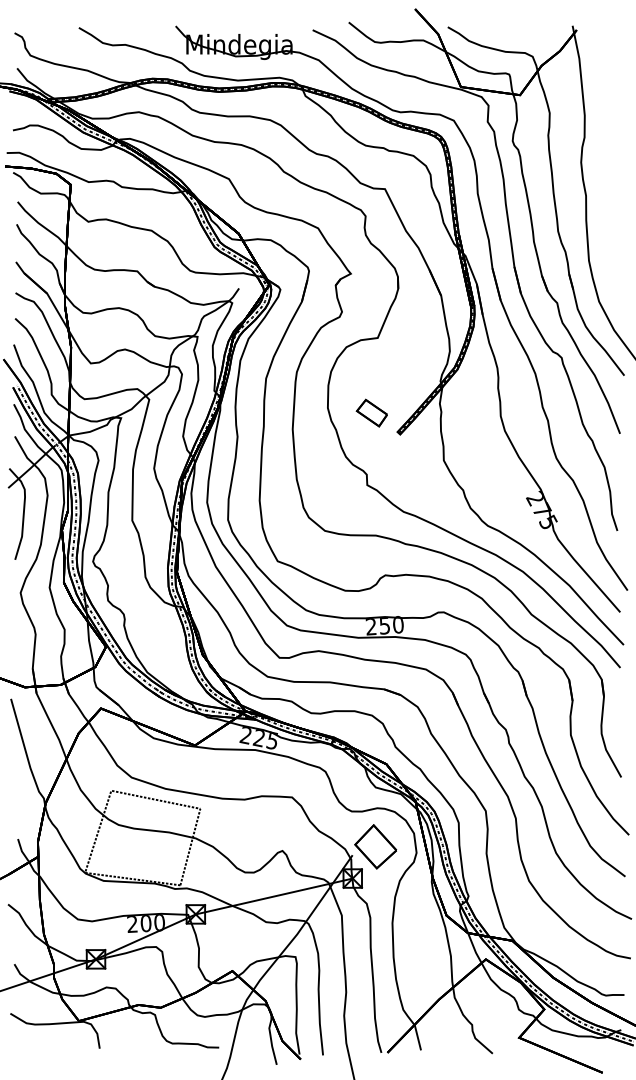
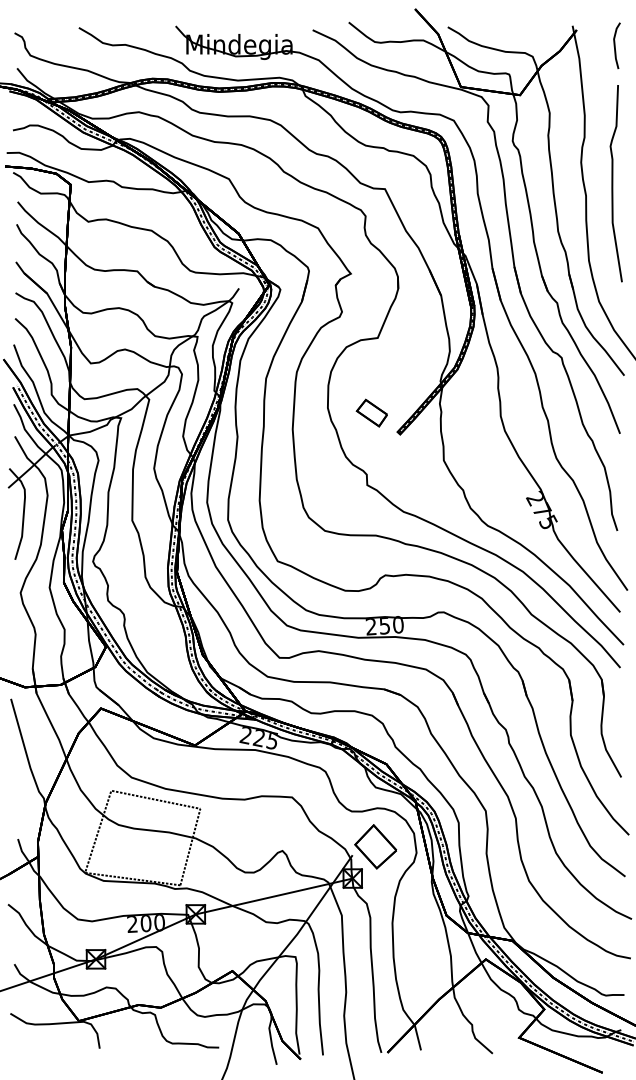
line at (615, 45): none -> present
curve at (613, 183): none -> present
